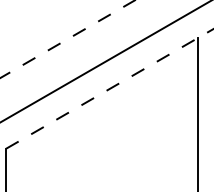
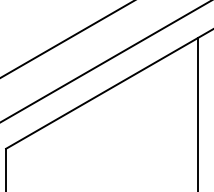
line at (67, 39): dashed -> solid
line at (109, 88): dashed -> solid
